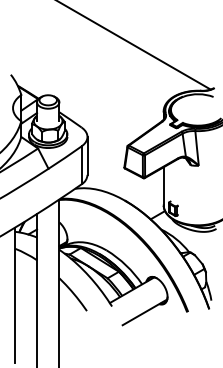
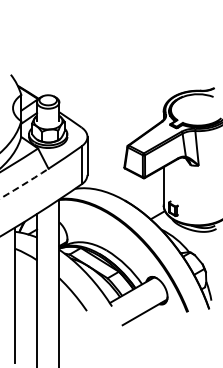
line at (134, 45): present -> none
arc at (24, 184): solid -> dashed
